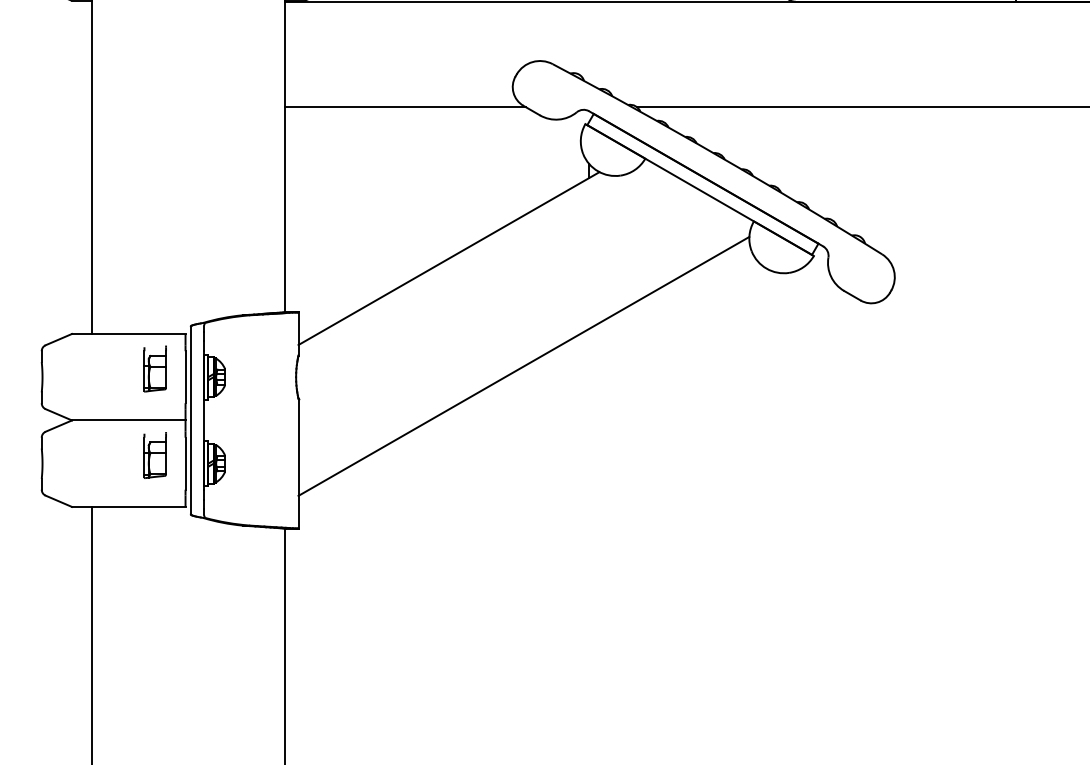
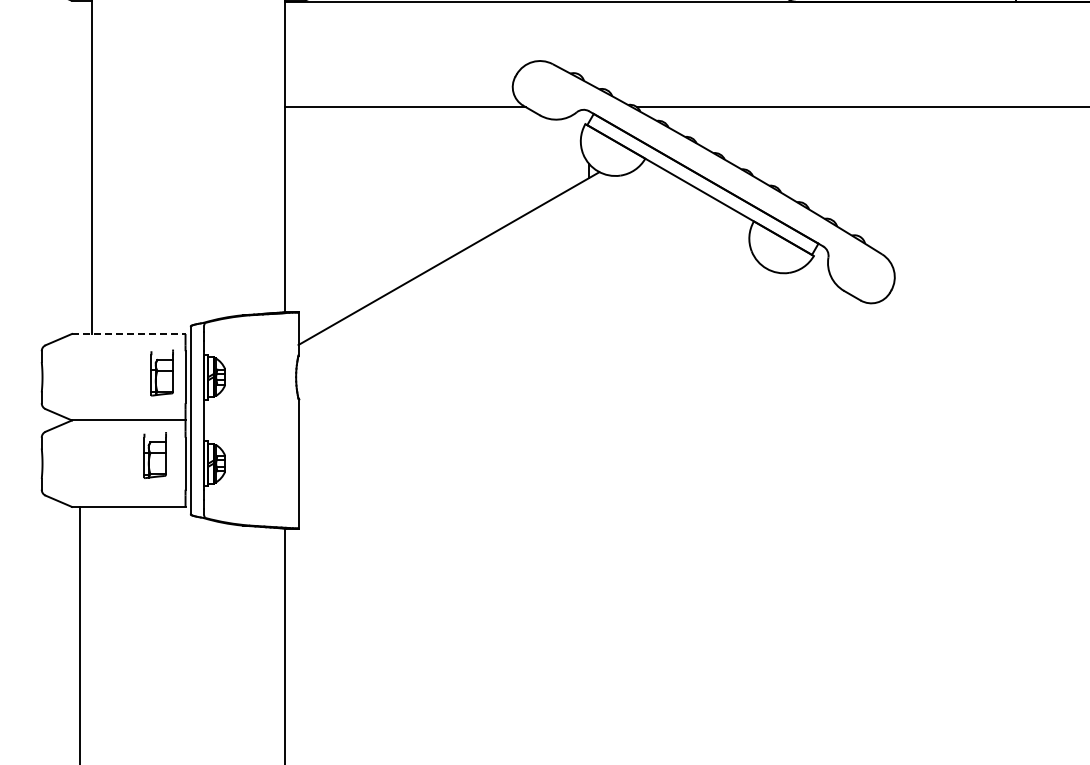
line at (128, 333): solid -> dashed
line at (523, 365): present -> none
part at (154, 368) position: (154, 368) -> (161, 372)
line at (91, 633) position: (91, 633) -> (79, 633)
